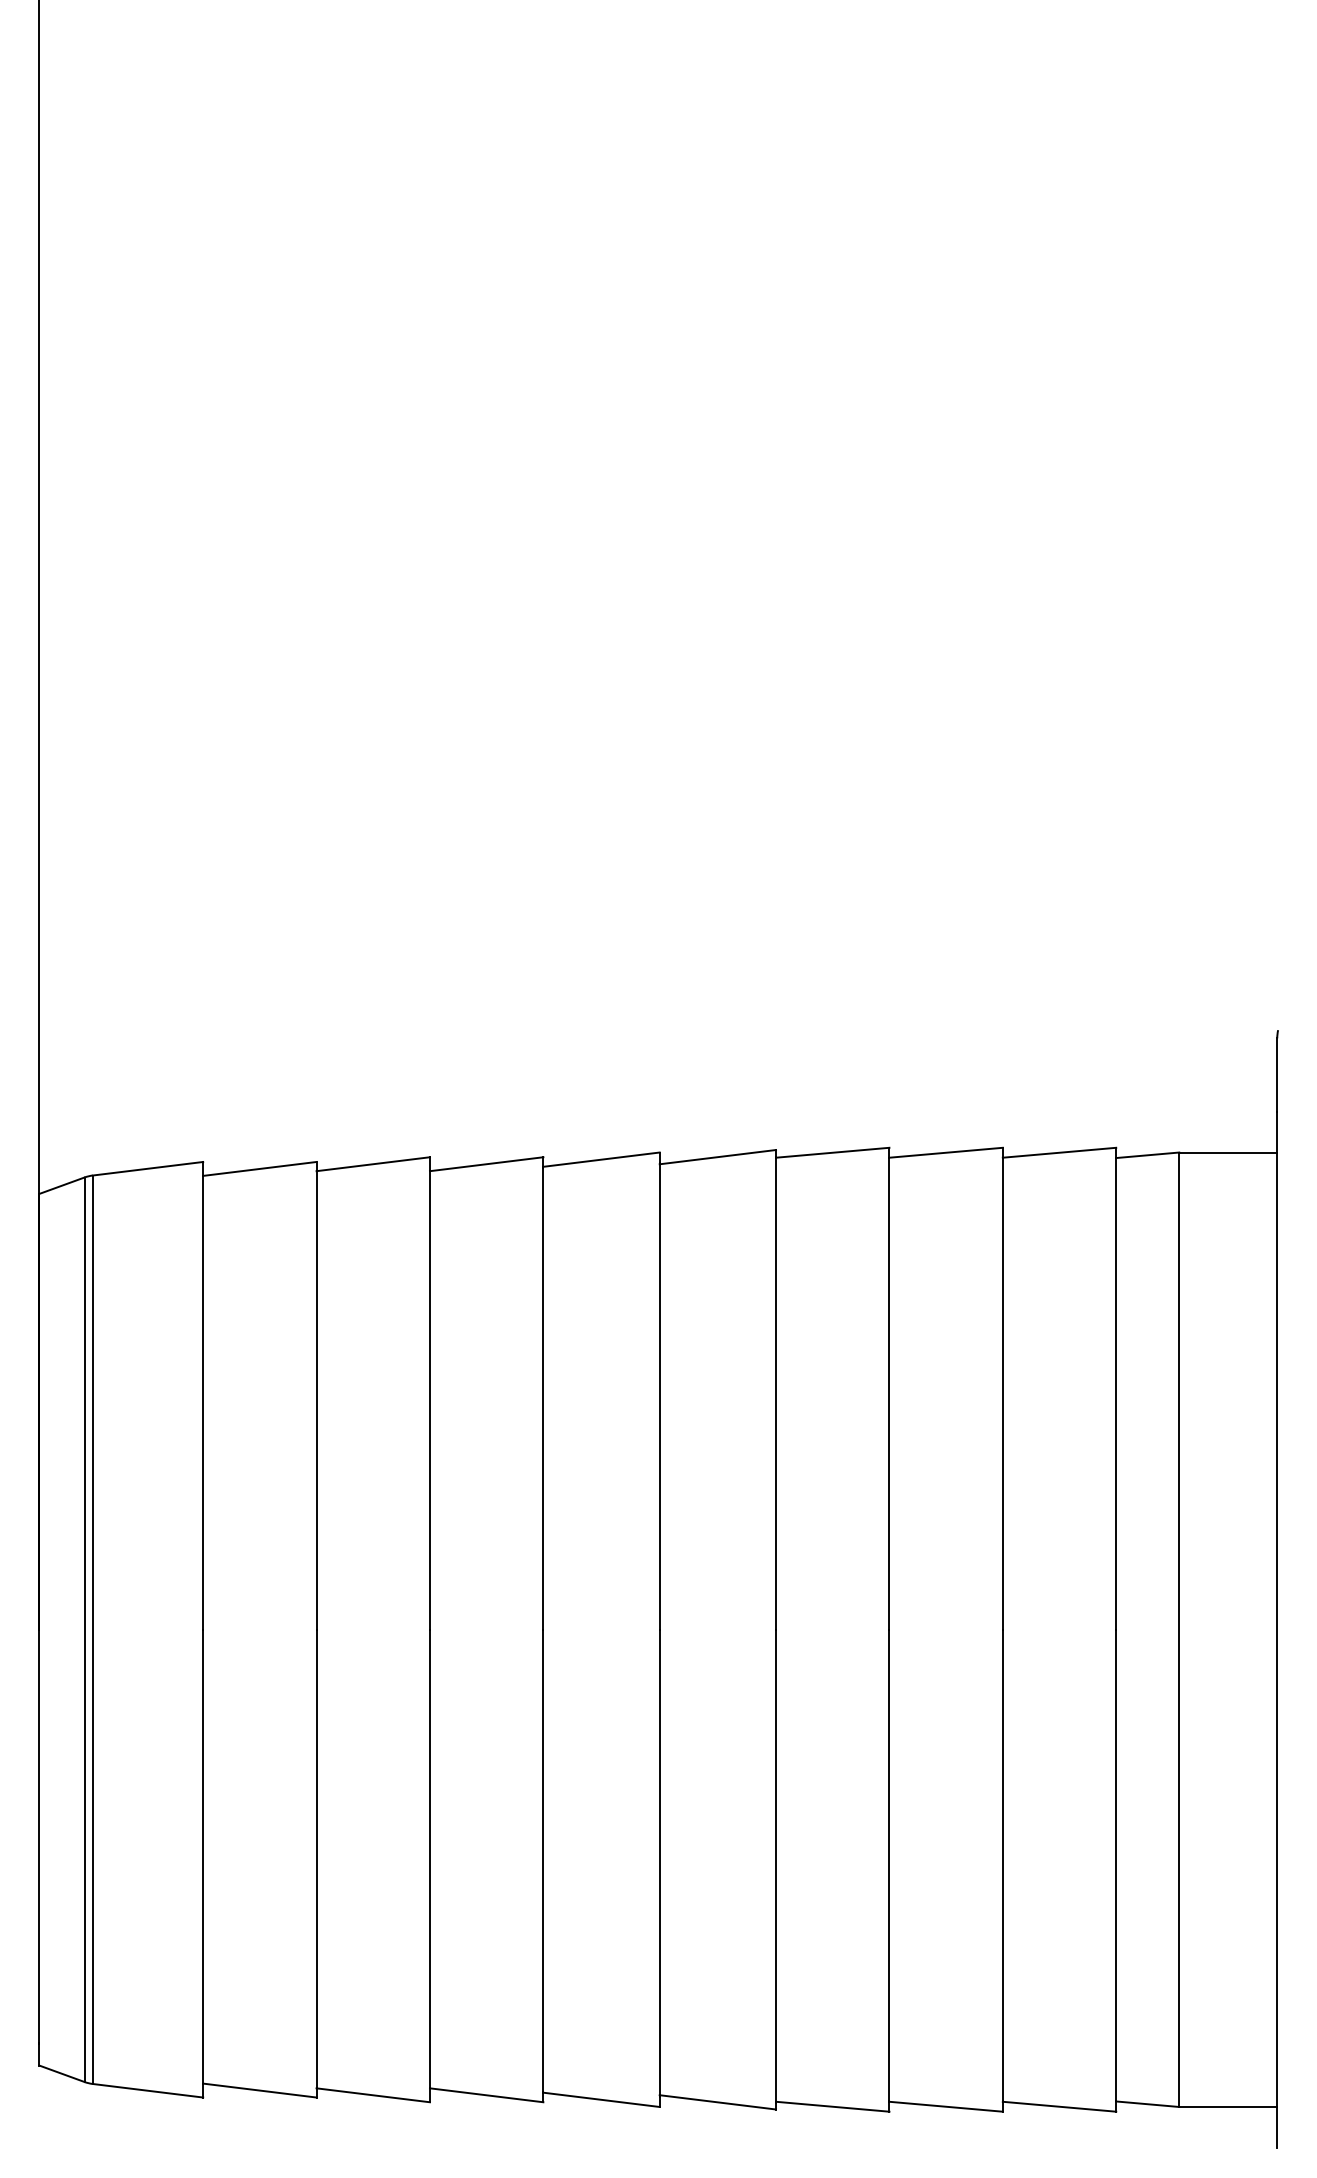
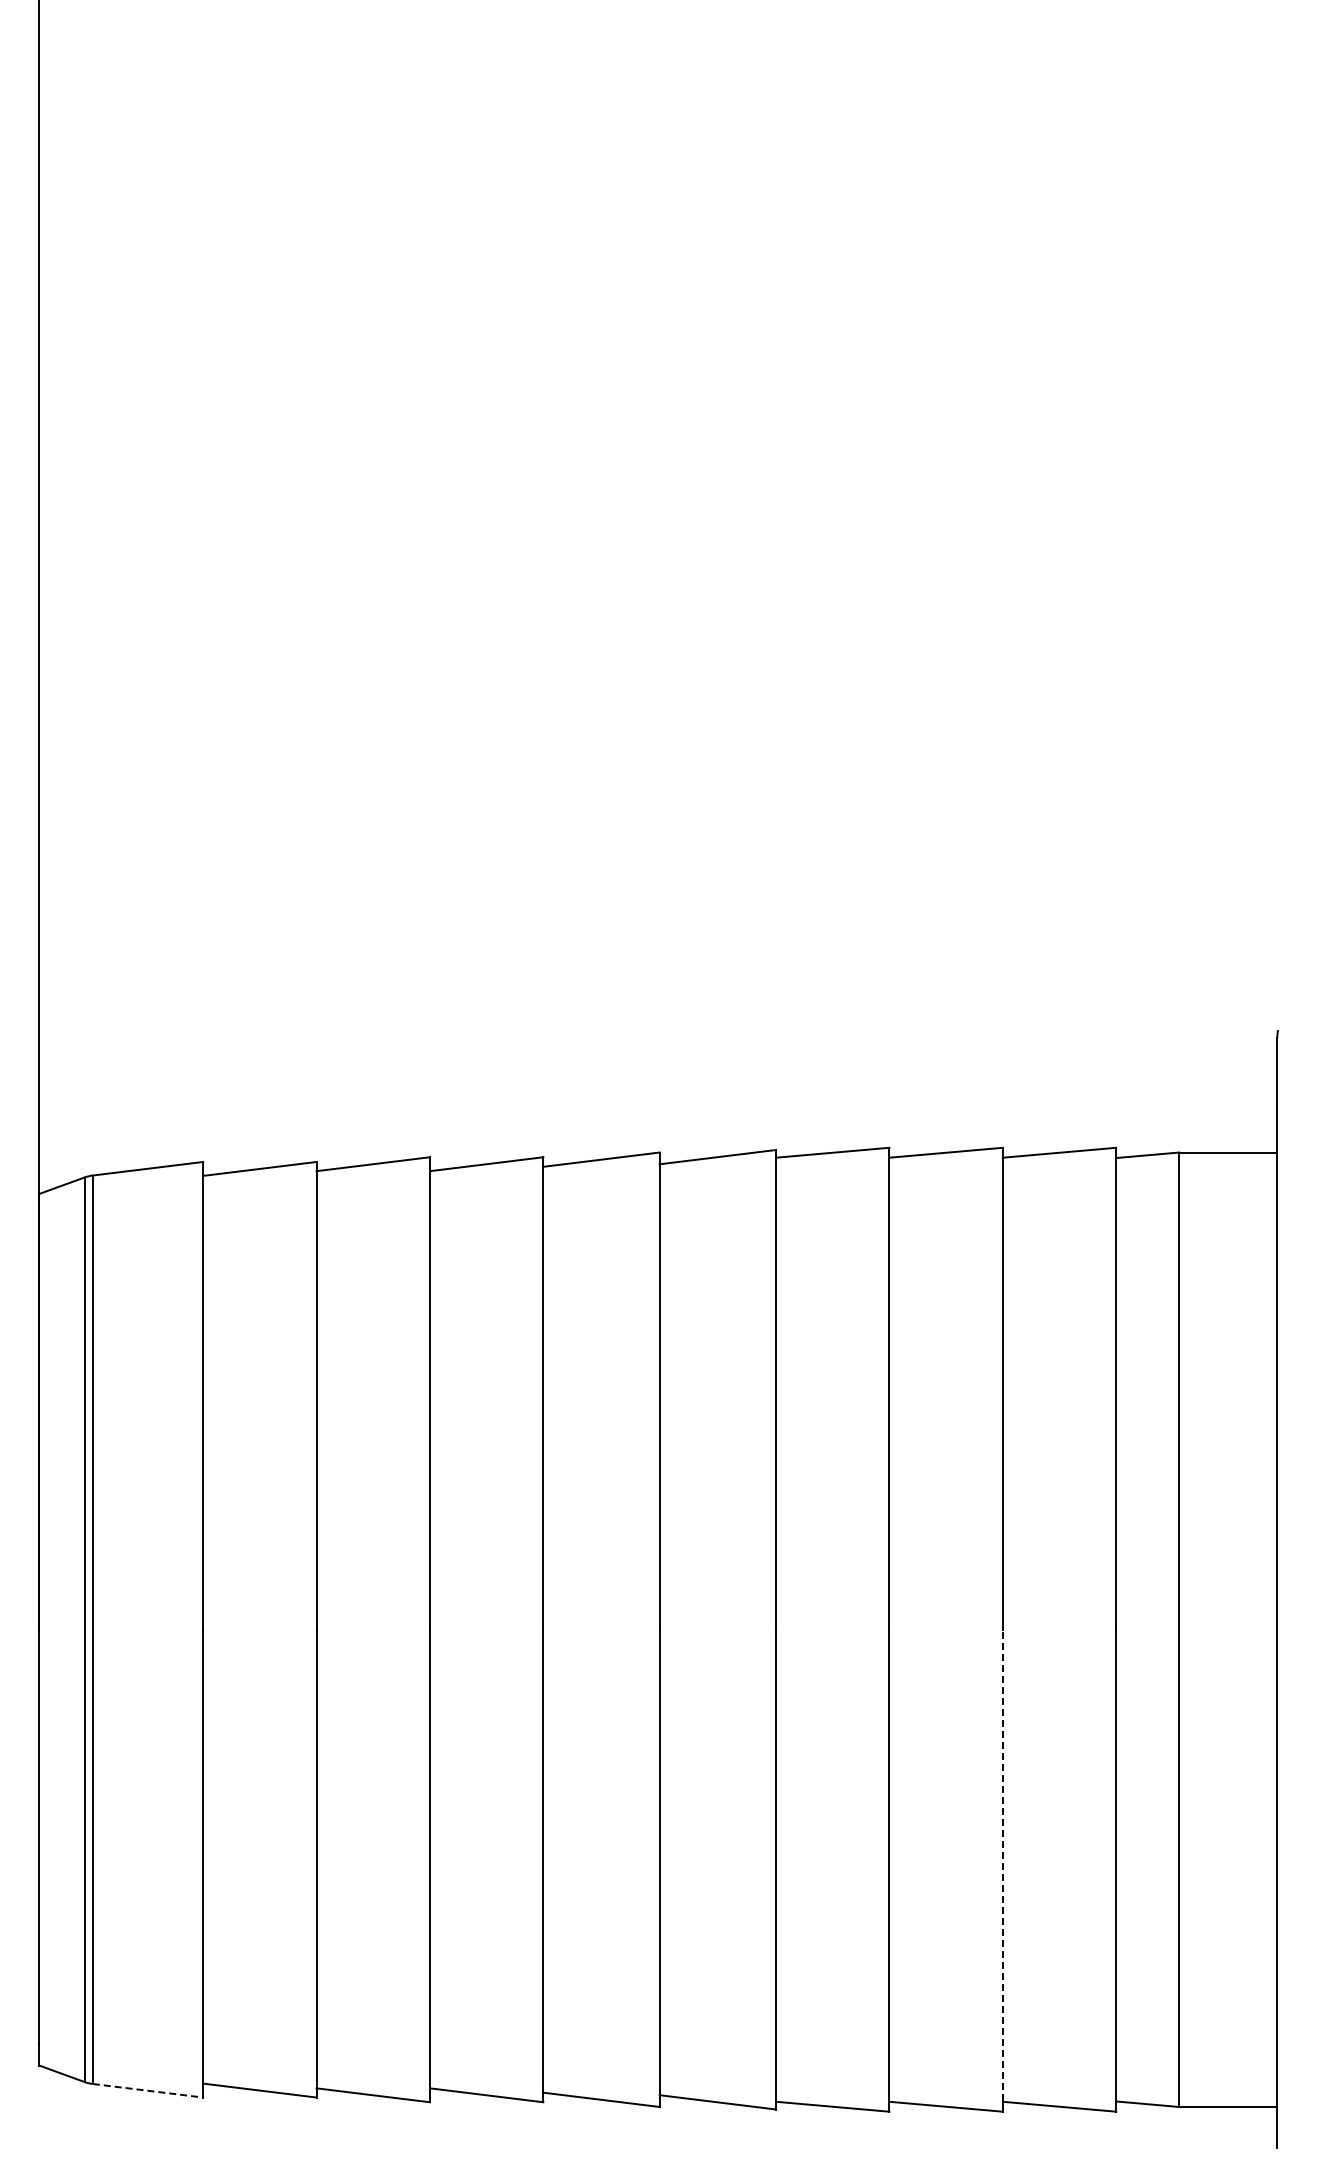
line at (1002, 1865): solid -> dashed
line at (148, 2090): solid -> dashed
